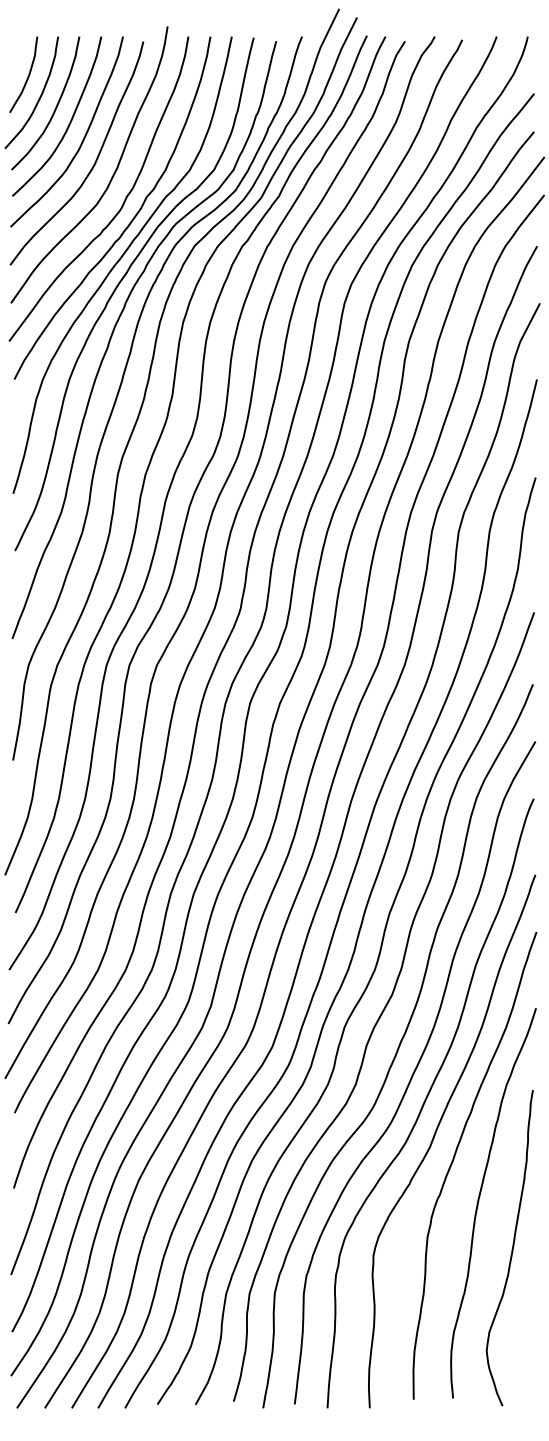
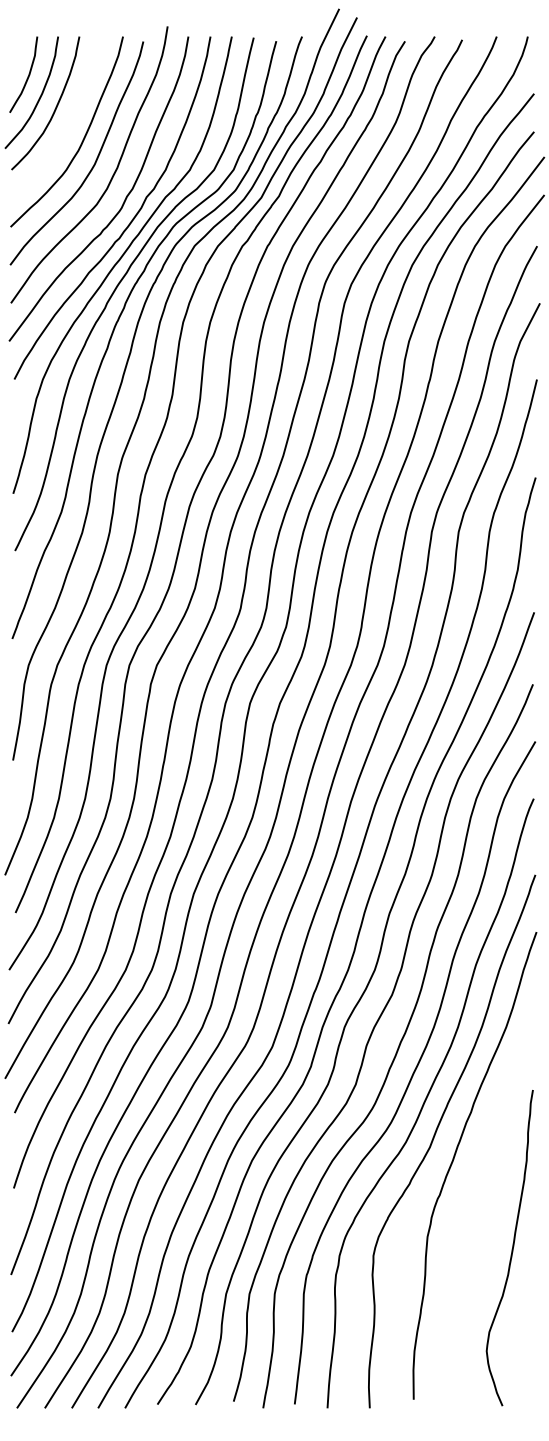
curve at (70, 119): present -> none
curve at (479, 1201): present -> none
